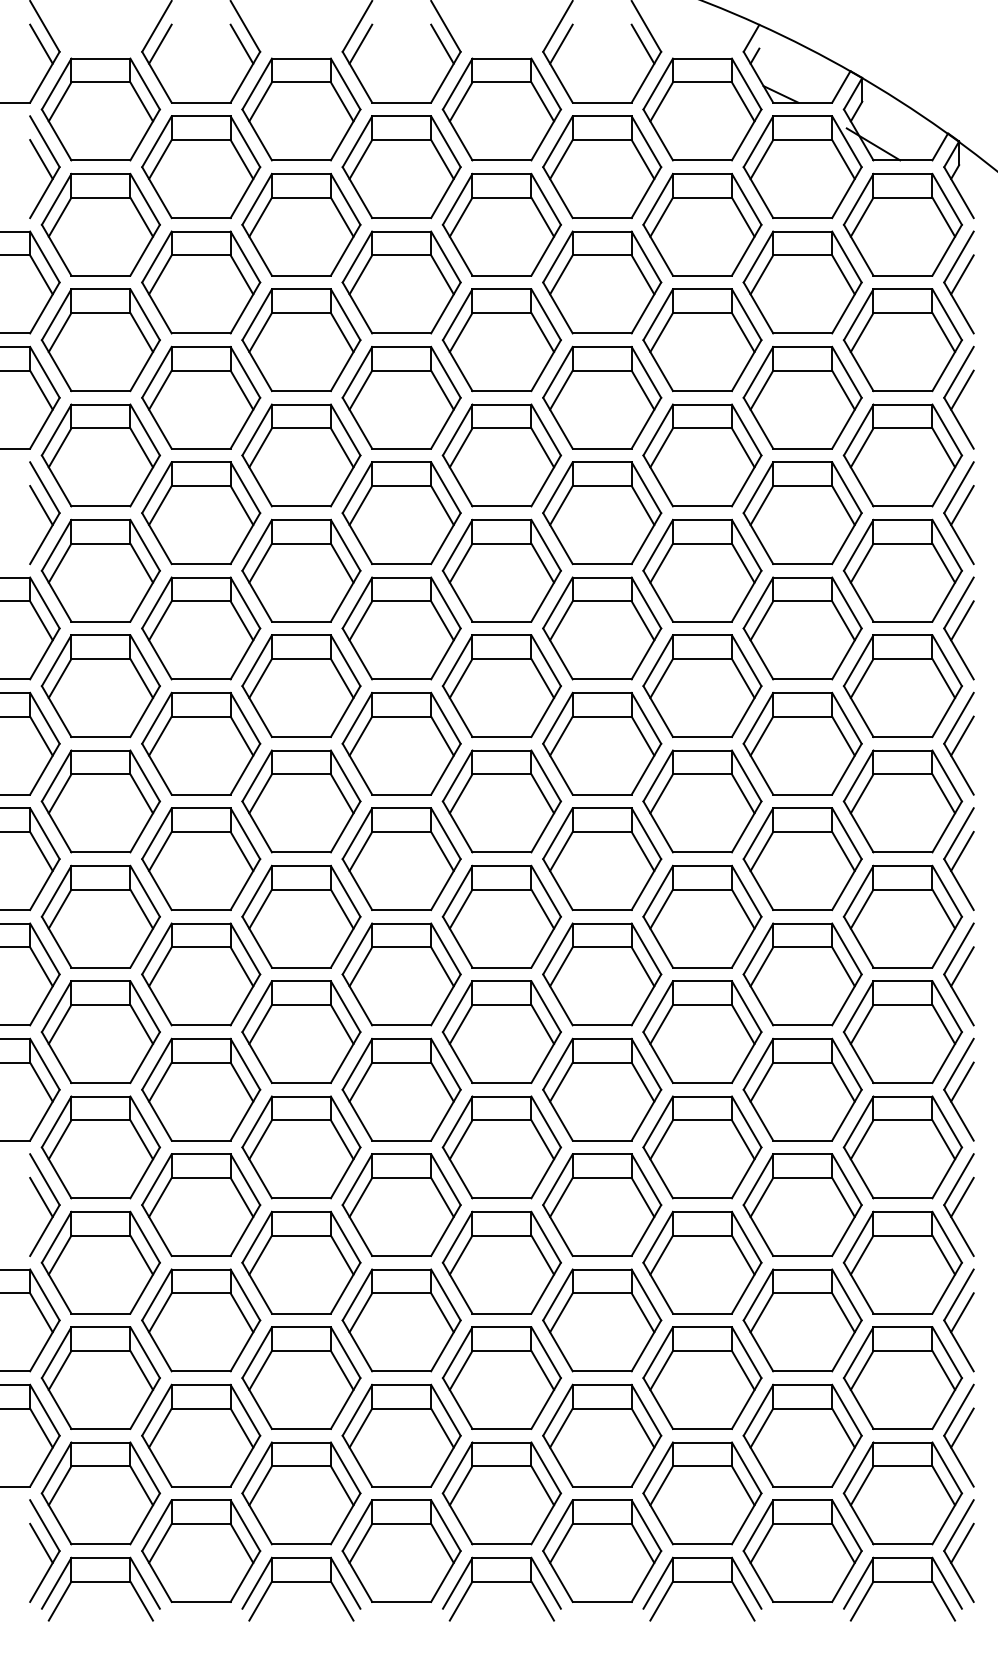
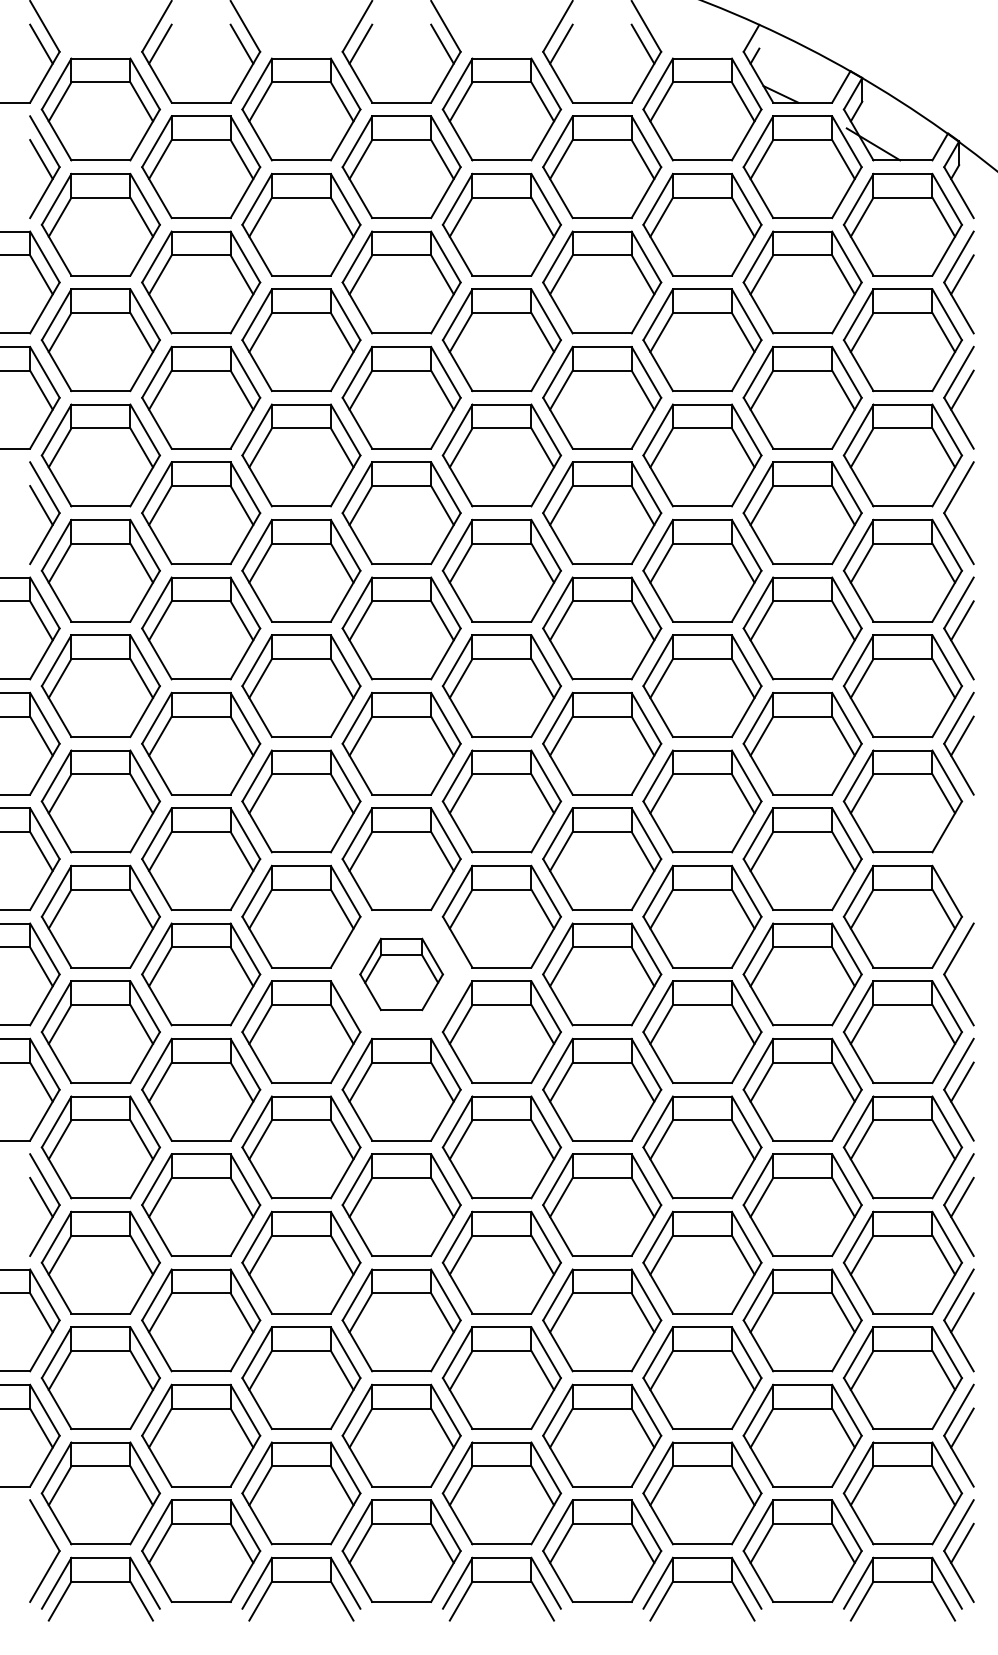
line at (962, 505): present -> none
part at (958, 859): present -> none
line at (962, 966): present -> none
part at (401, 974) size: 121x105 px -> 86x75 px
line at (41, 1542): present -> none
